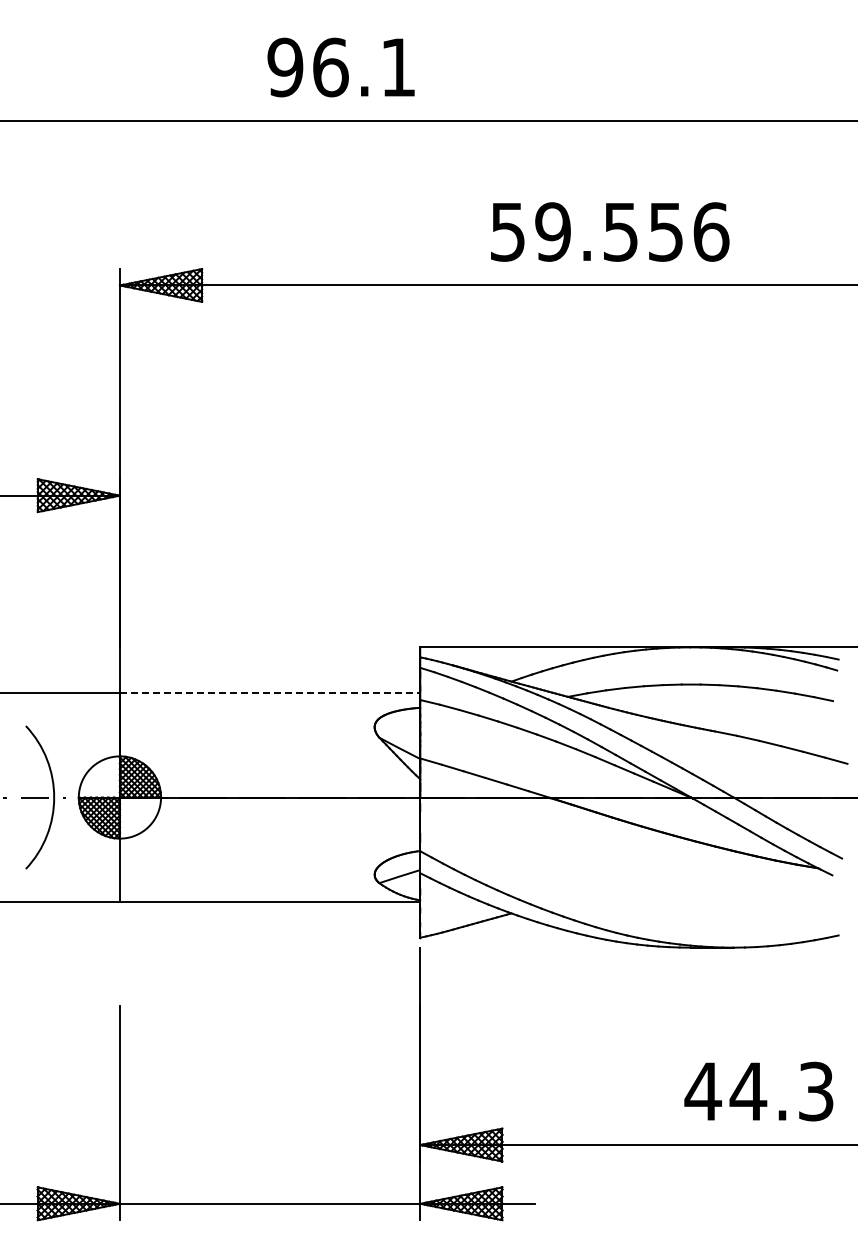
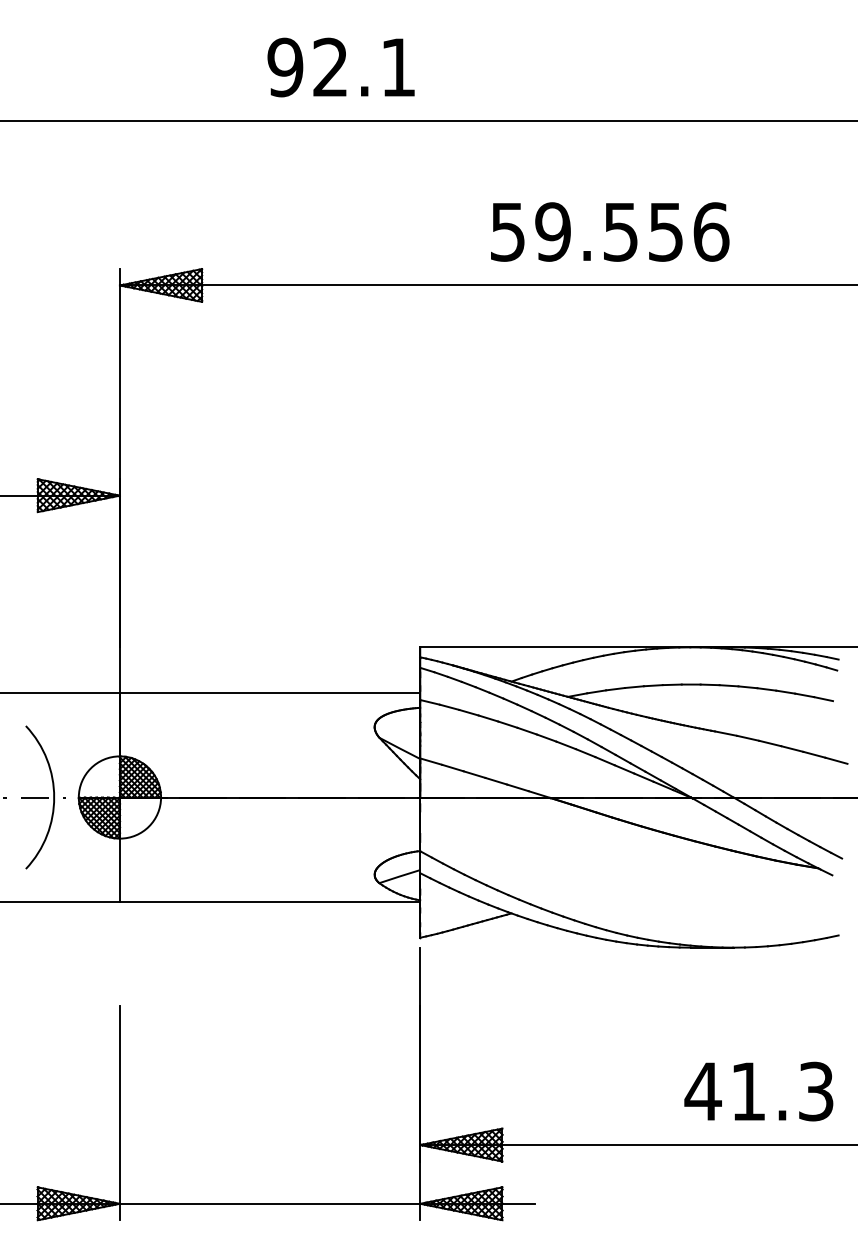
text at (330, 67): 96.1 -> 92.1
line at (270, 693): dashed -> solid
text at (748, 1091): 44.3 -> 41.3
